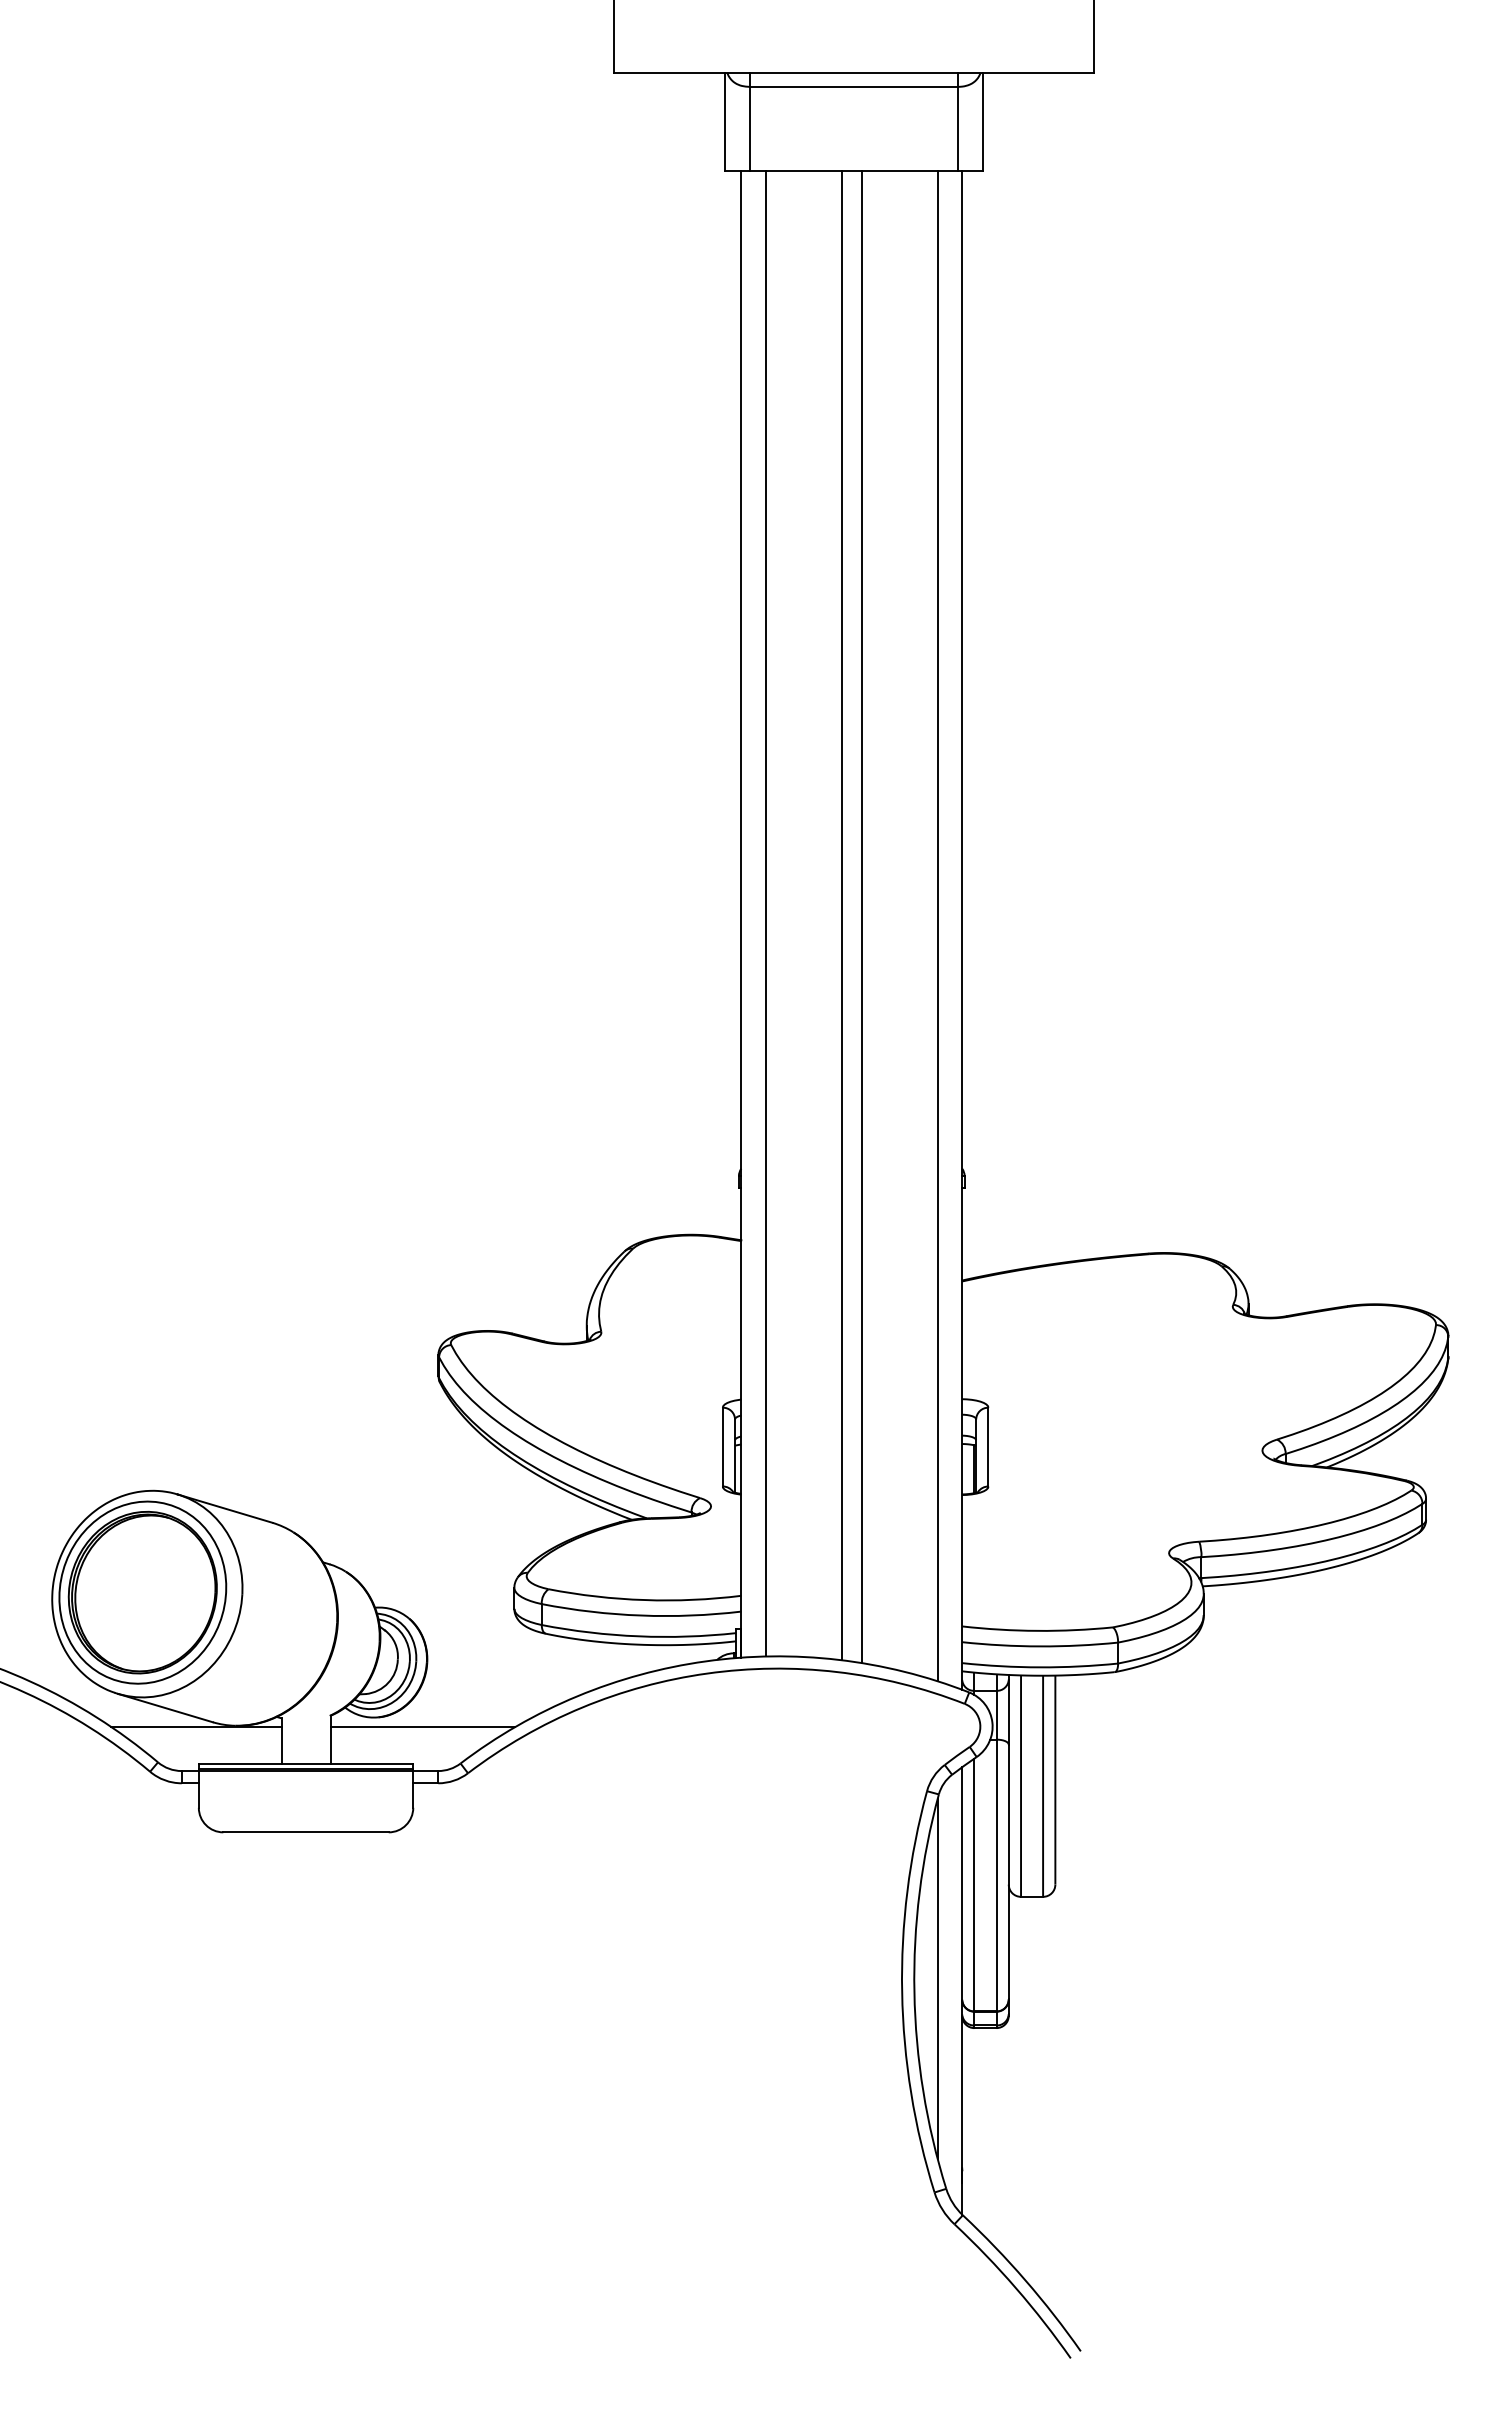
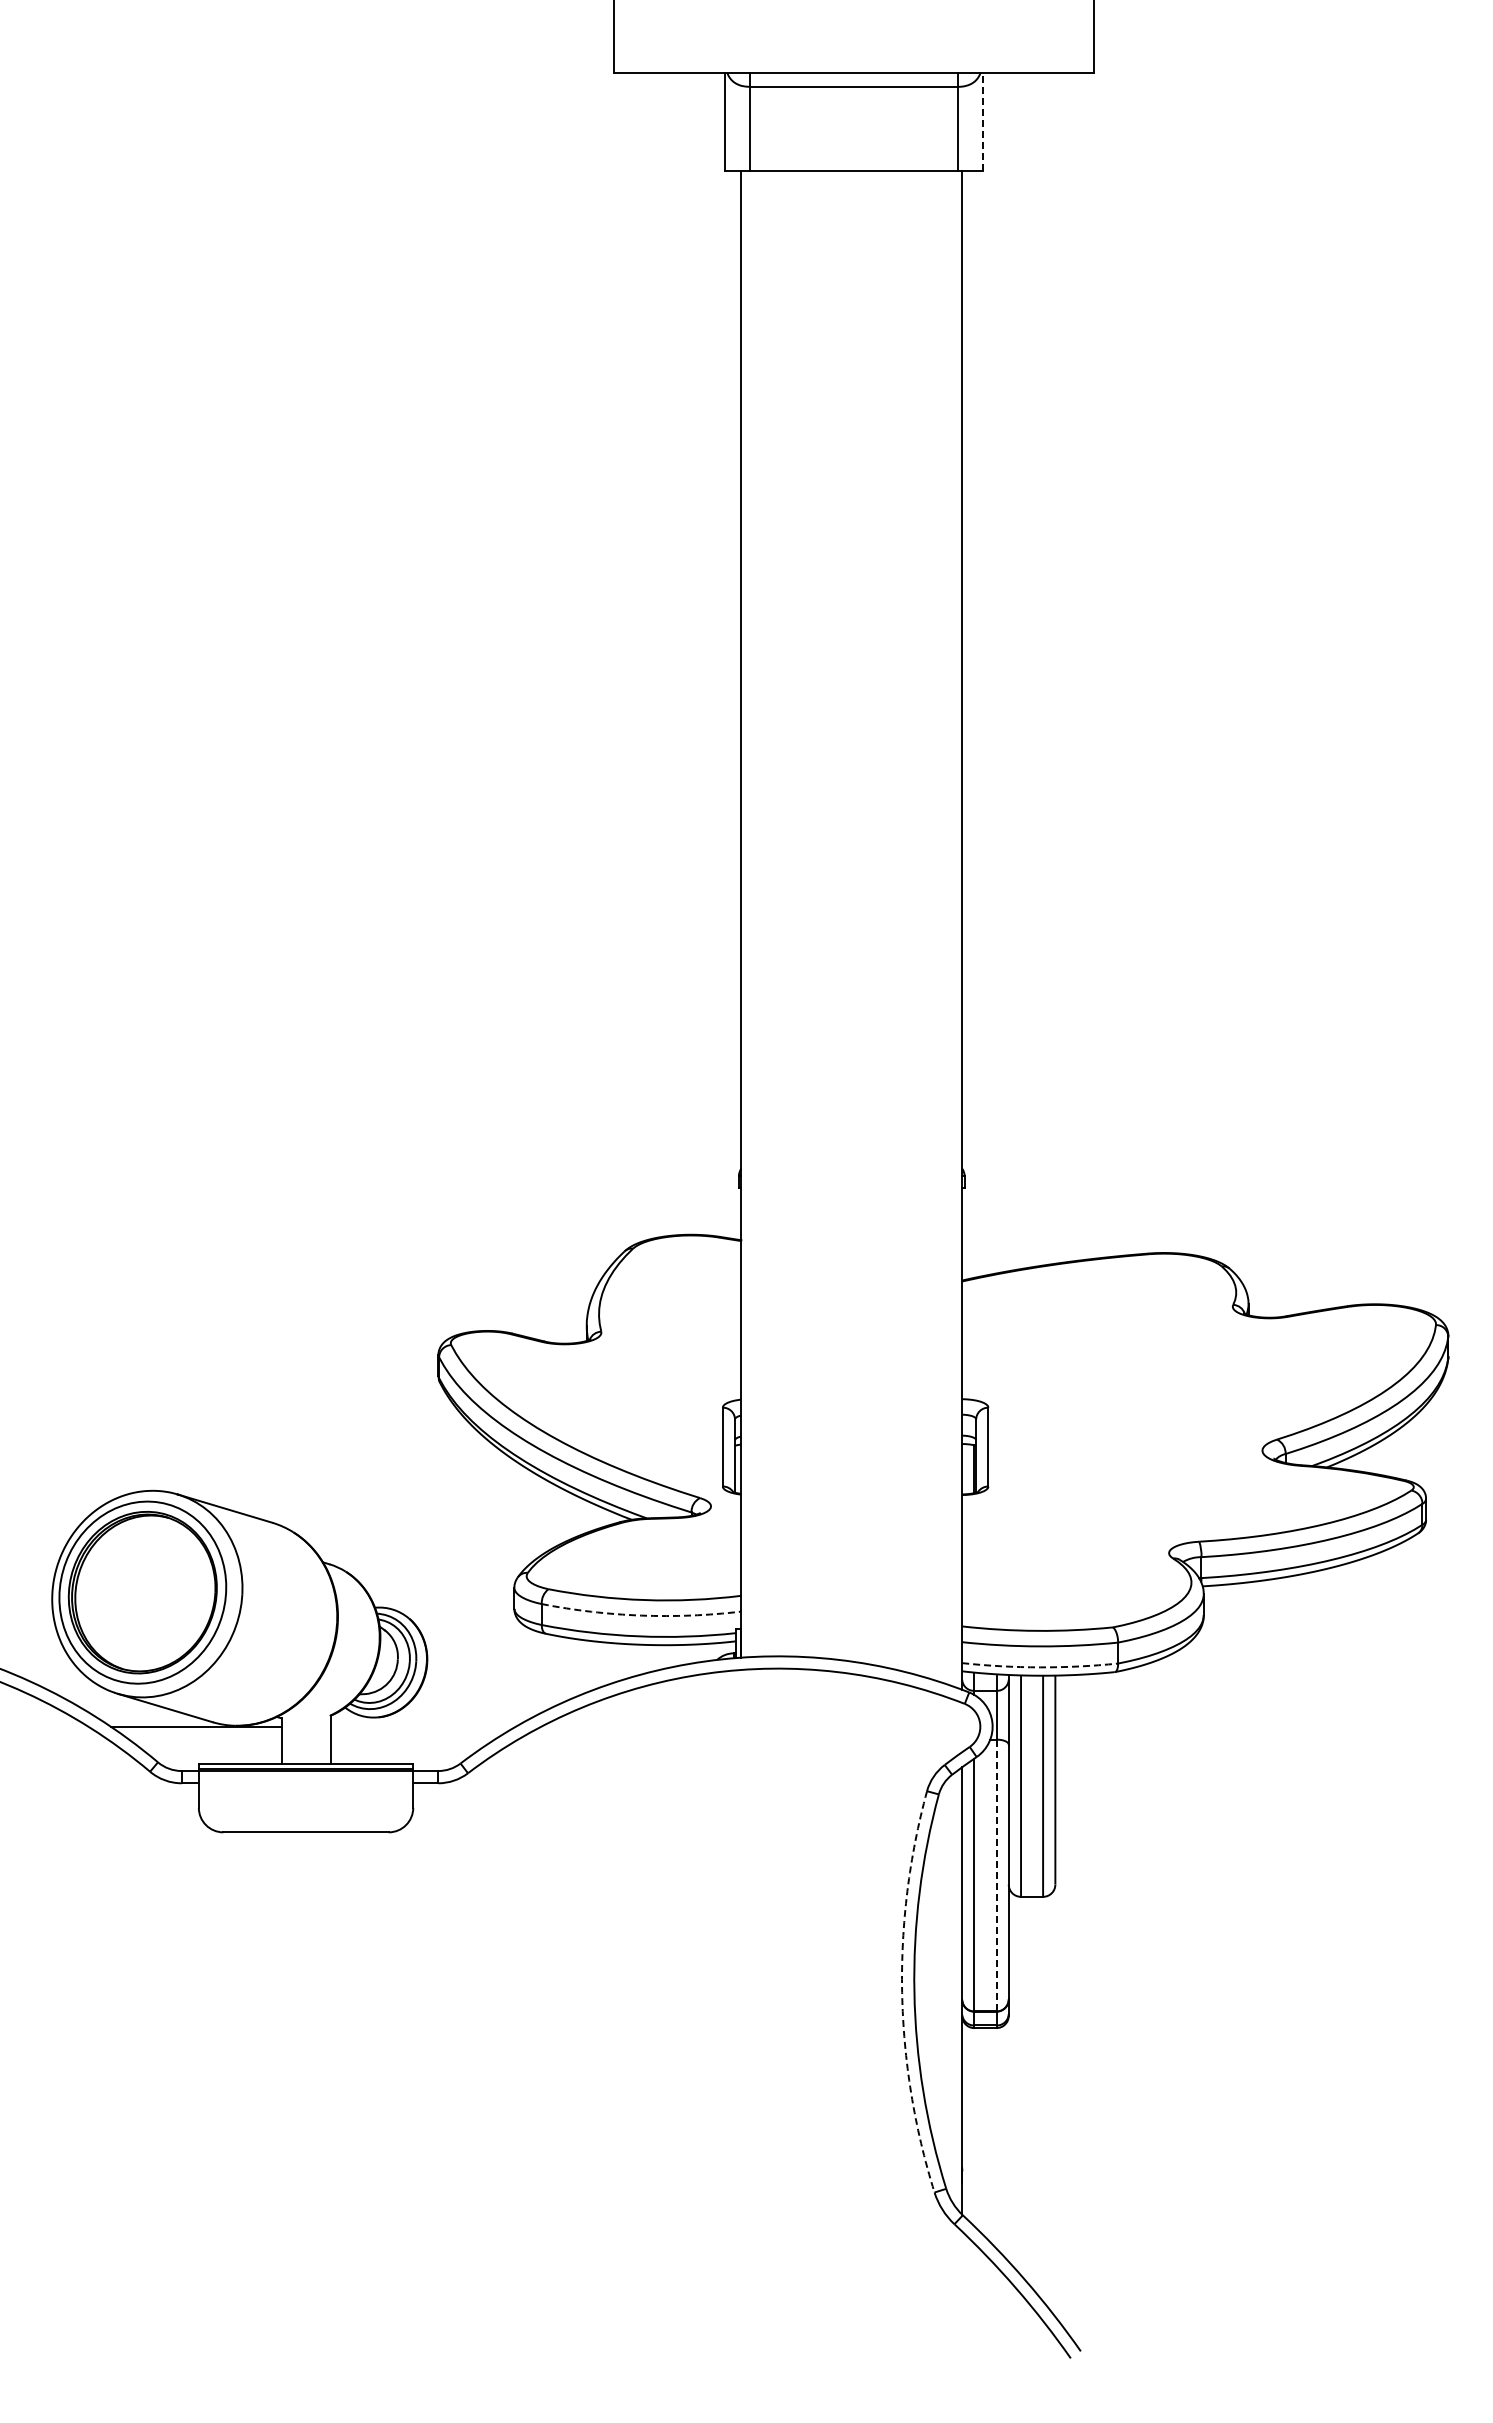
line at (982, 121): solid -> dashed
line at (765, 913): present -> none
line at (841, 915): present -> none
line at (861, 916): present -> none
line at (937, 925): present -> none
arc at (641, 1615): solid -> dashed
arc at (1040, 1667): solid -> dashed
line at (422, 1726): present -> none
line at (996, 1875): solid -> dashed
line at (937, 1978): present -> none
arc at (902, 1992): solid -> dashed
